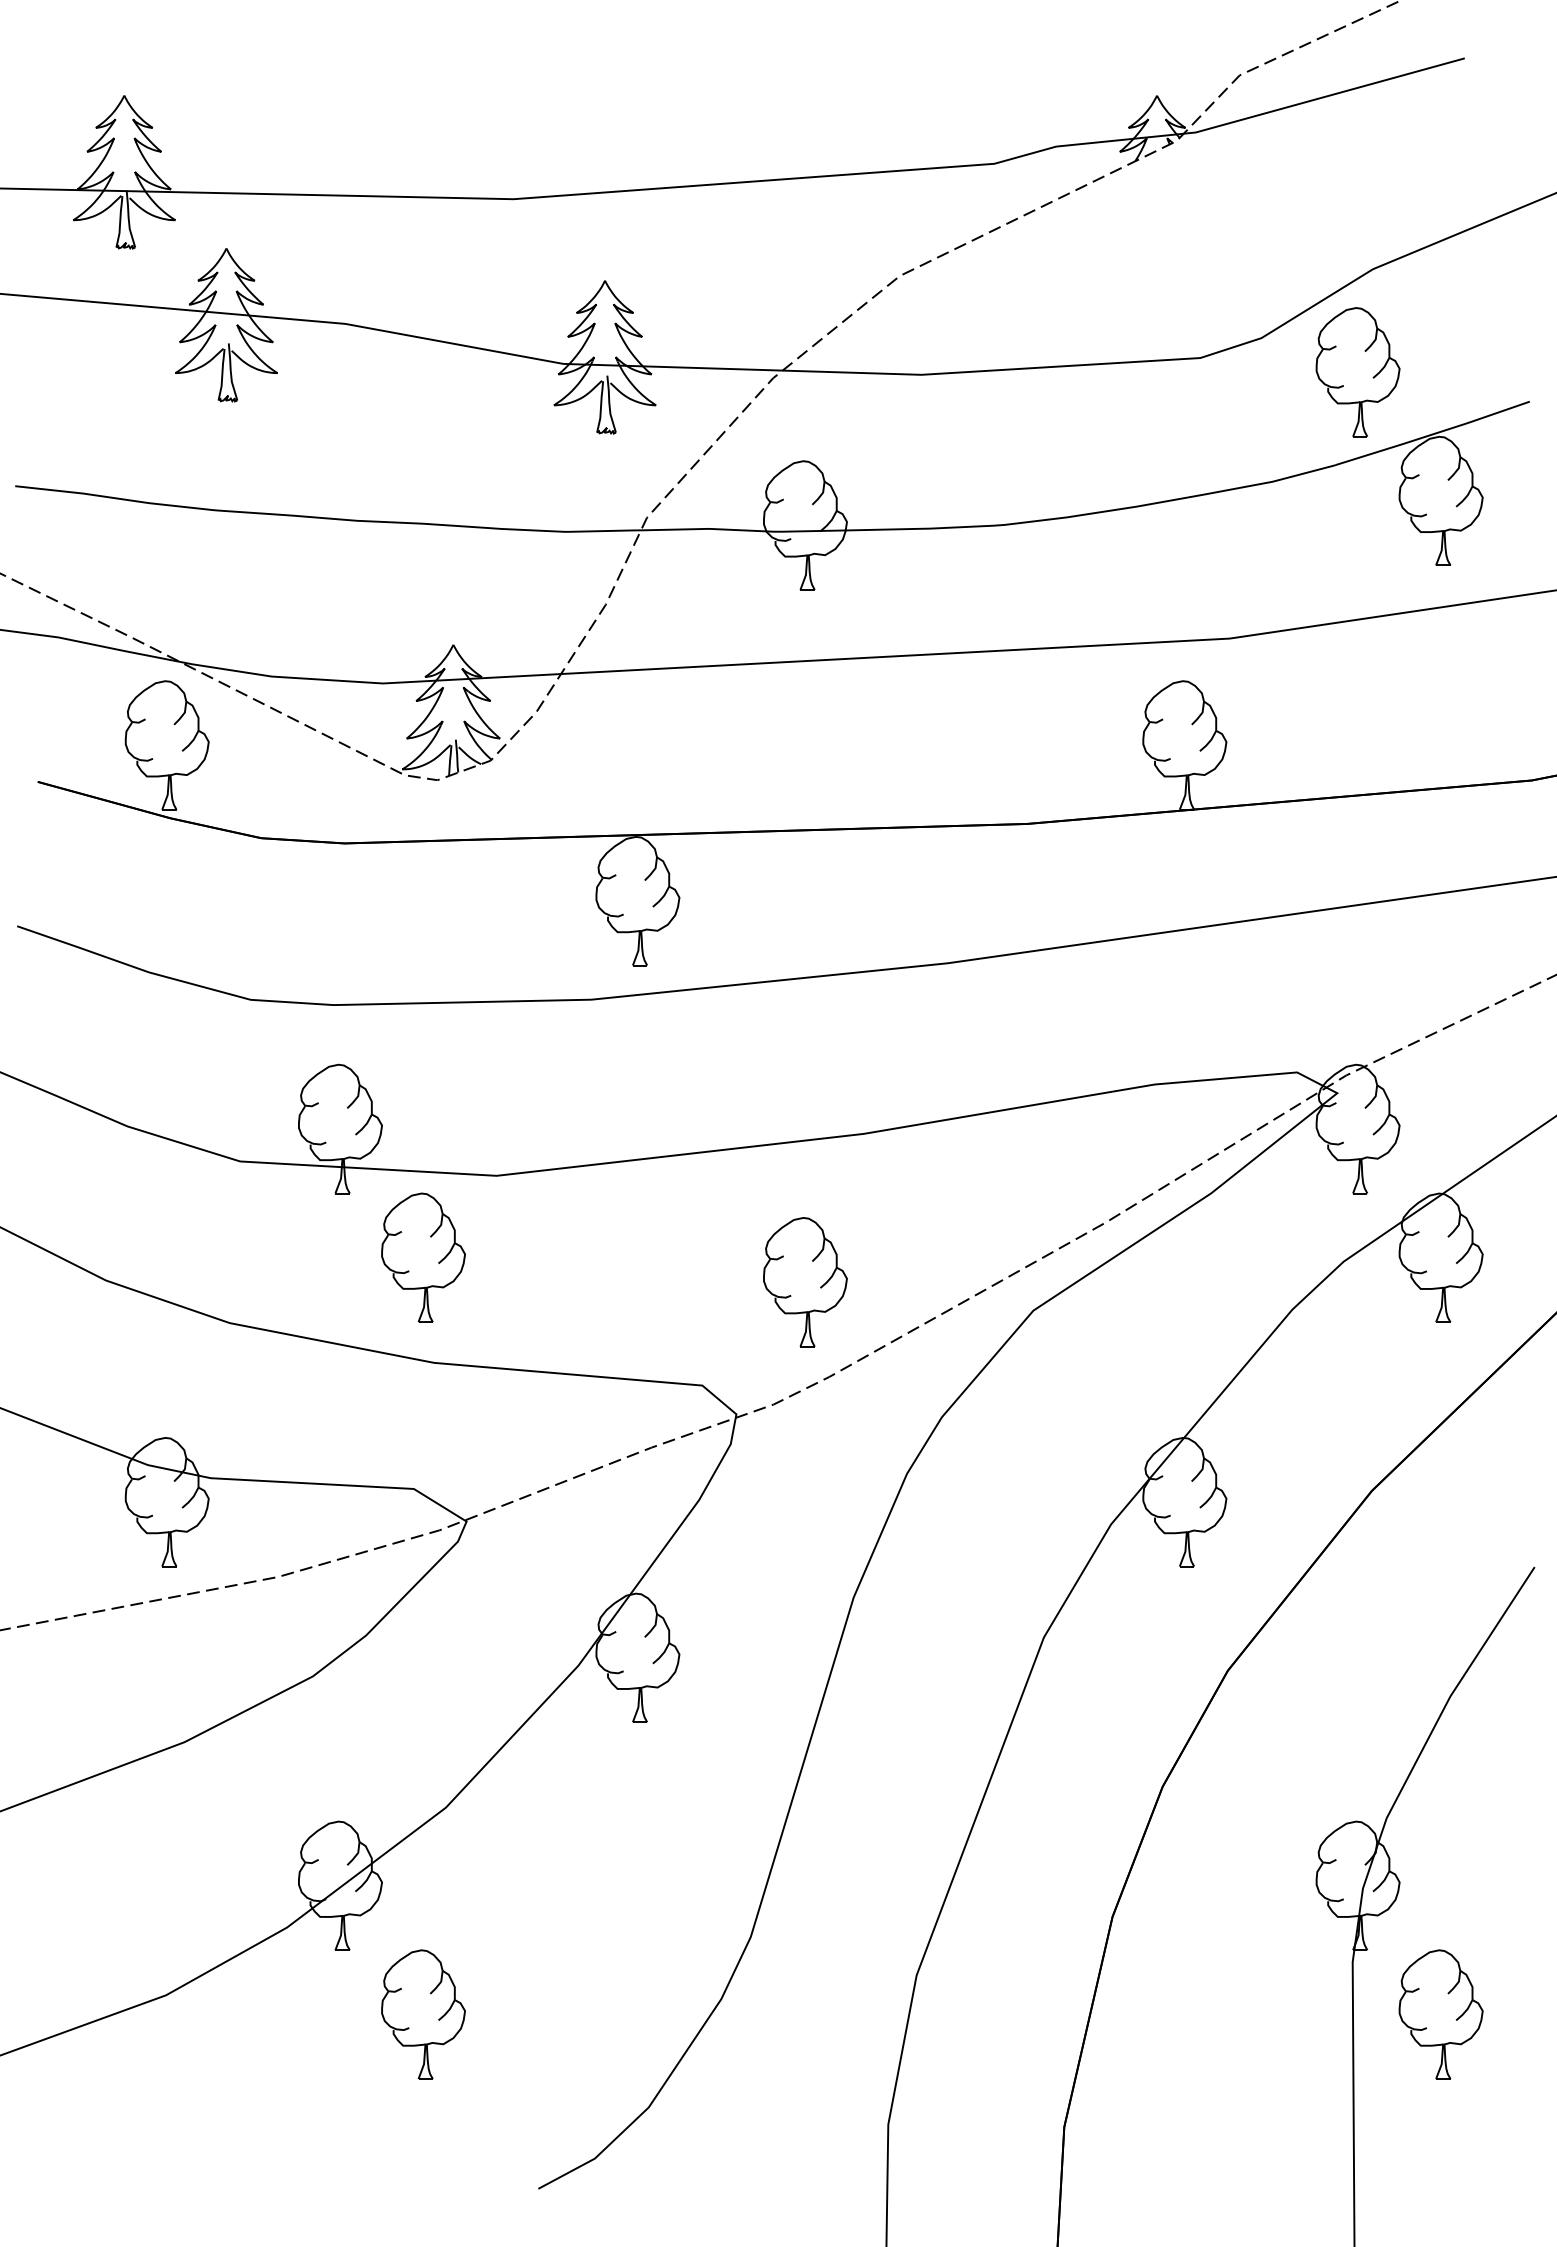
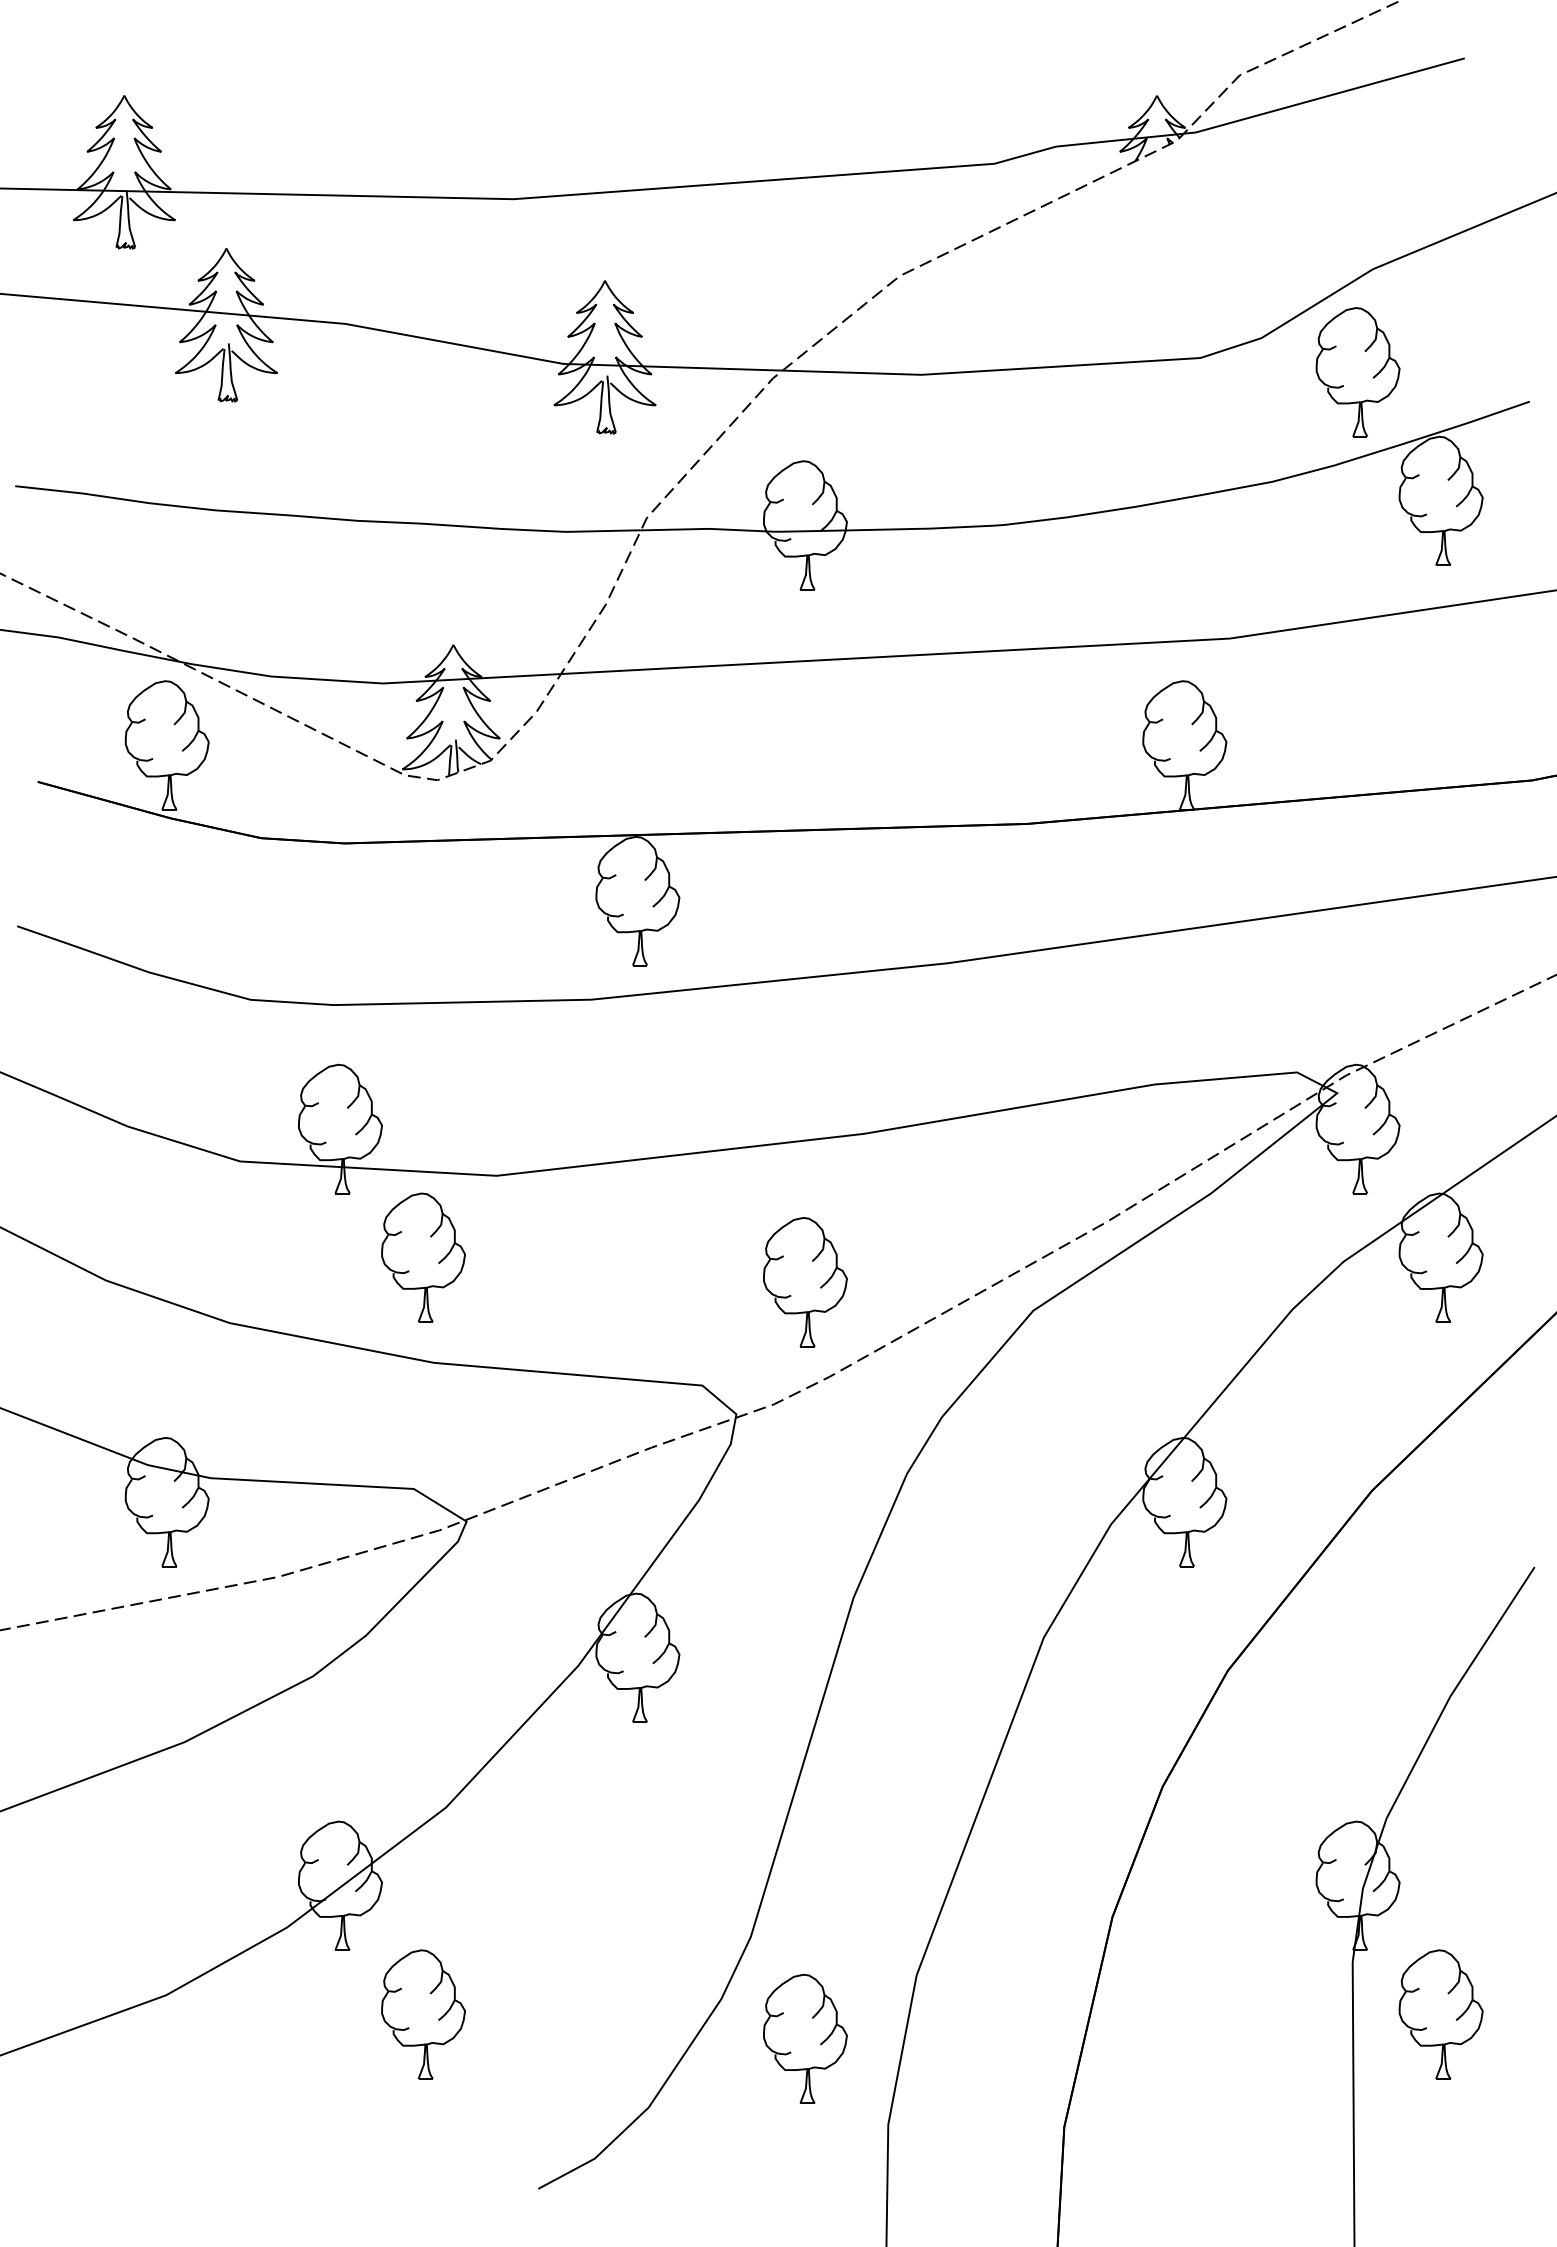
part at (805, 2038): none -> present
